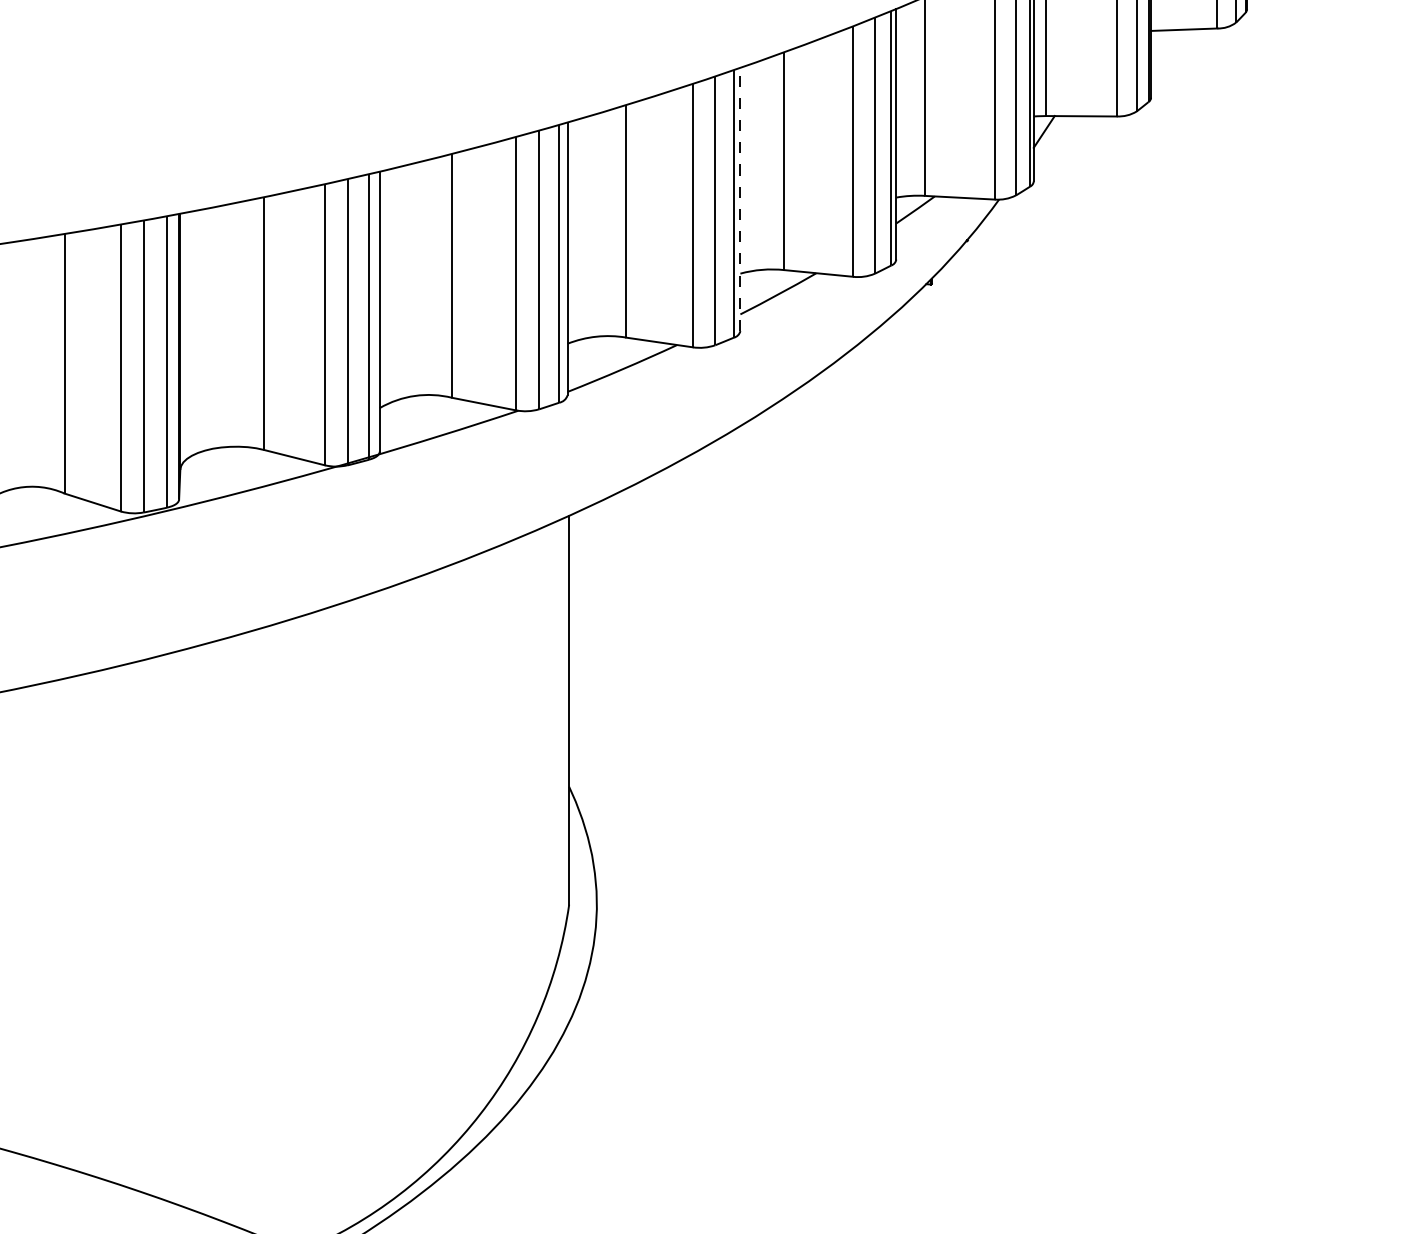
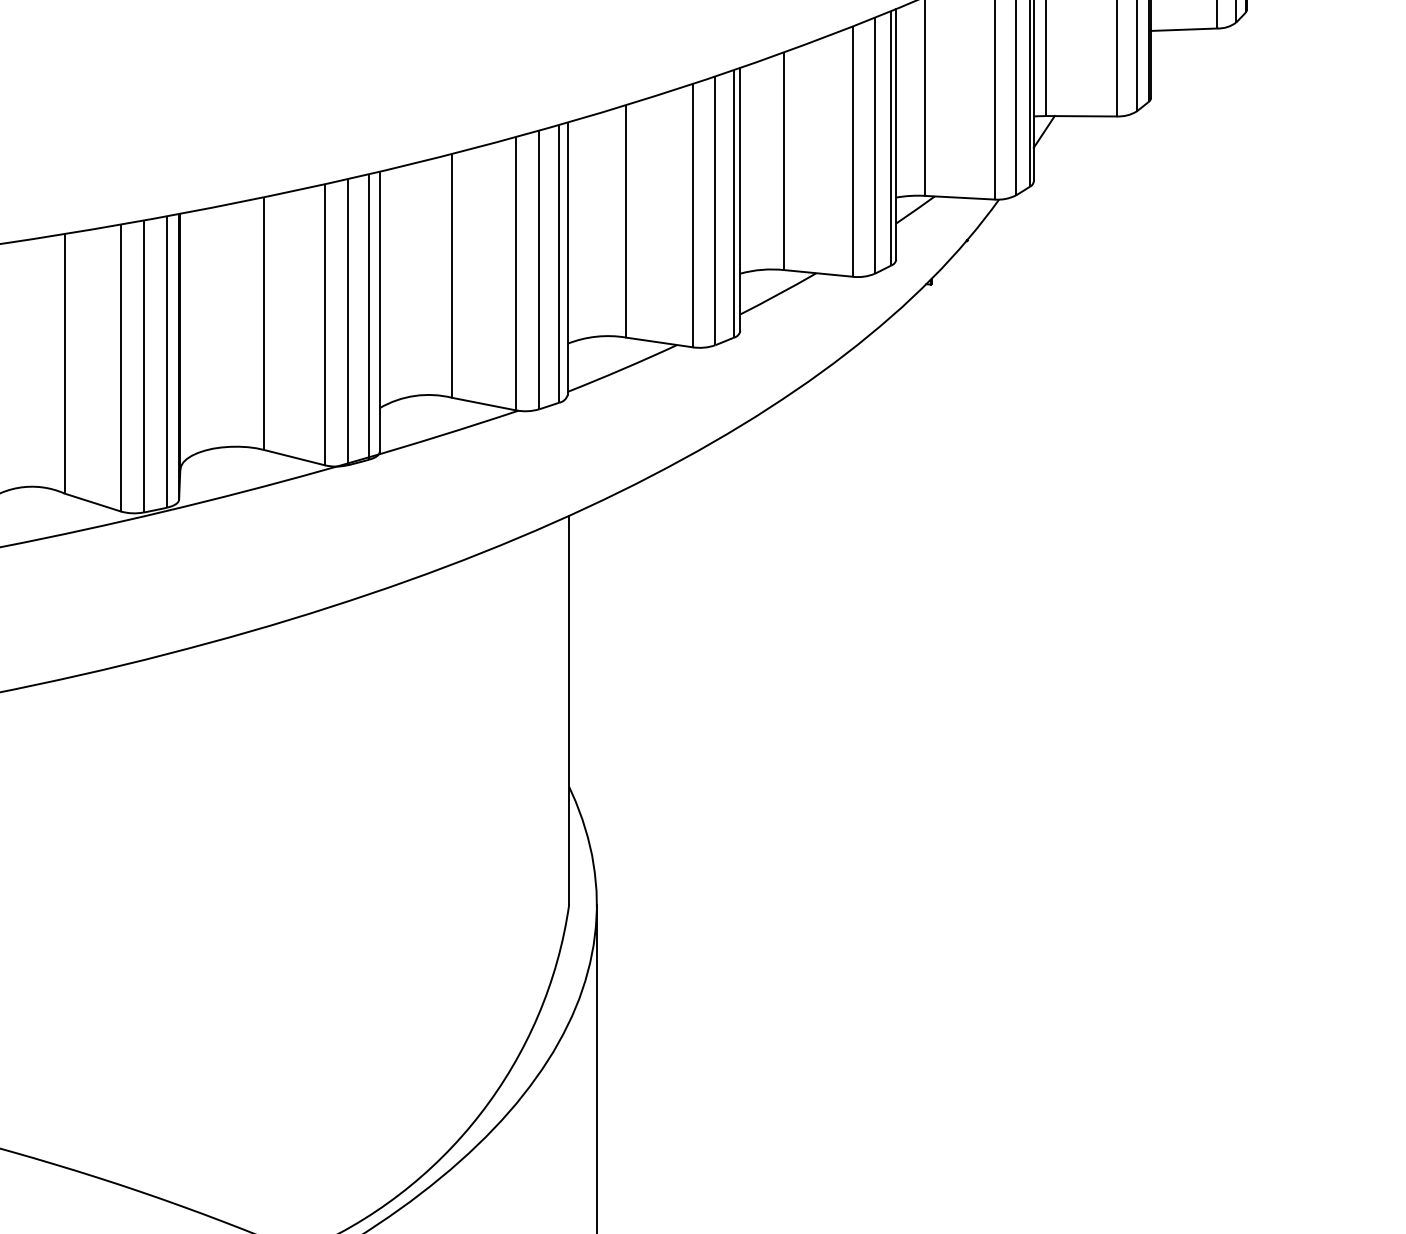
line at (740, 199): dashed -> solid
line at (596, 1067): none -> present
